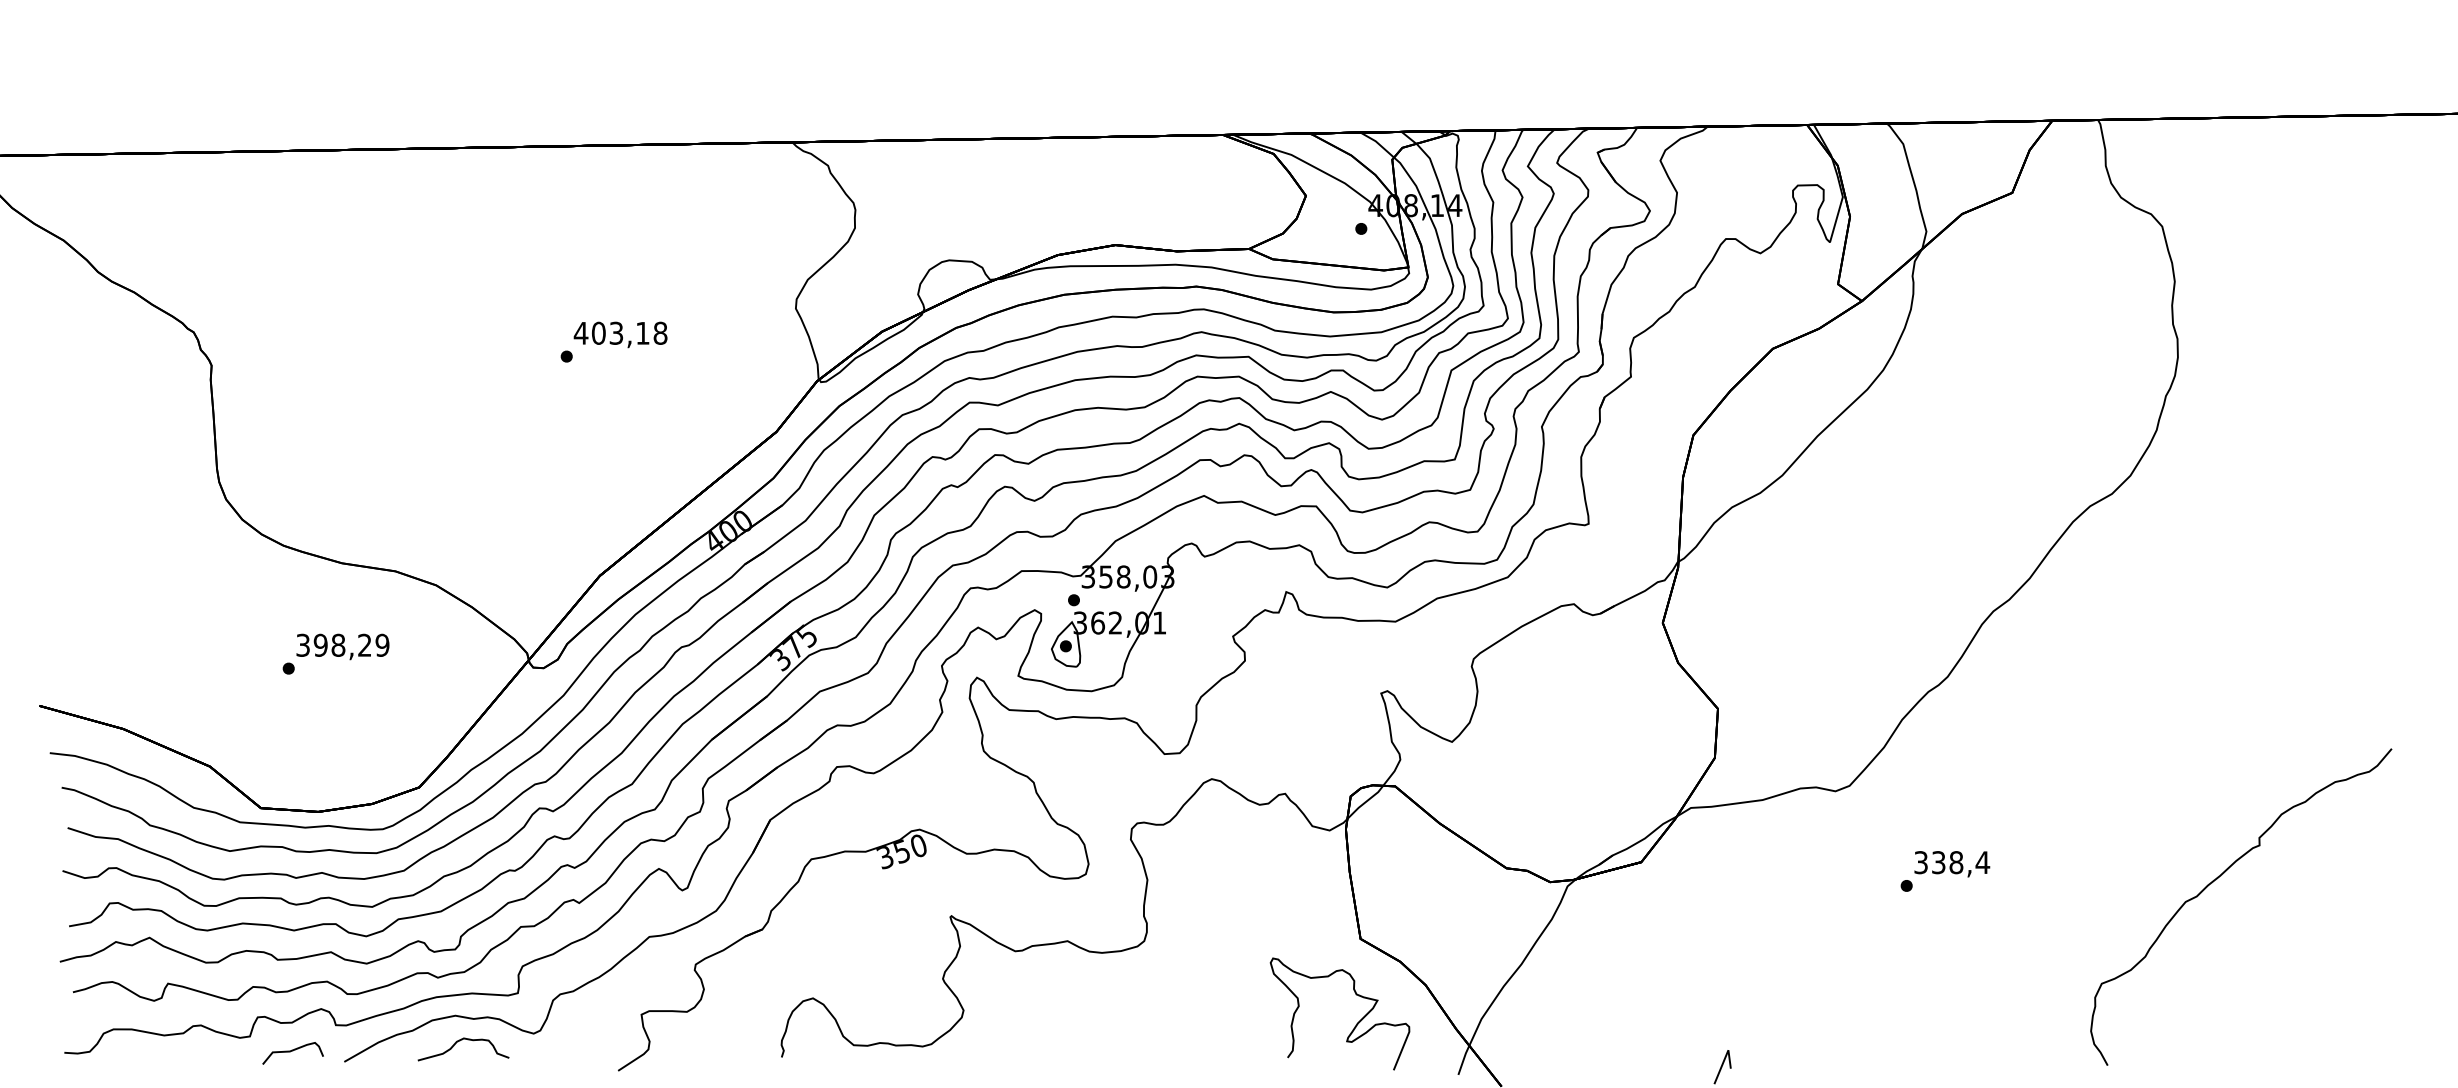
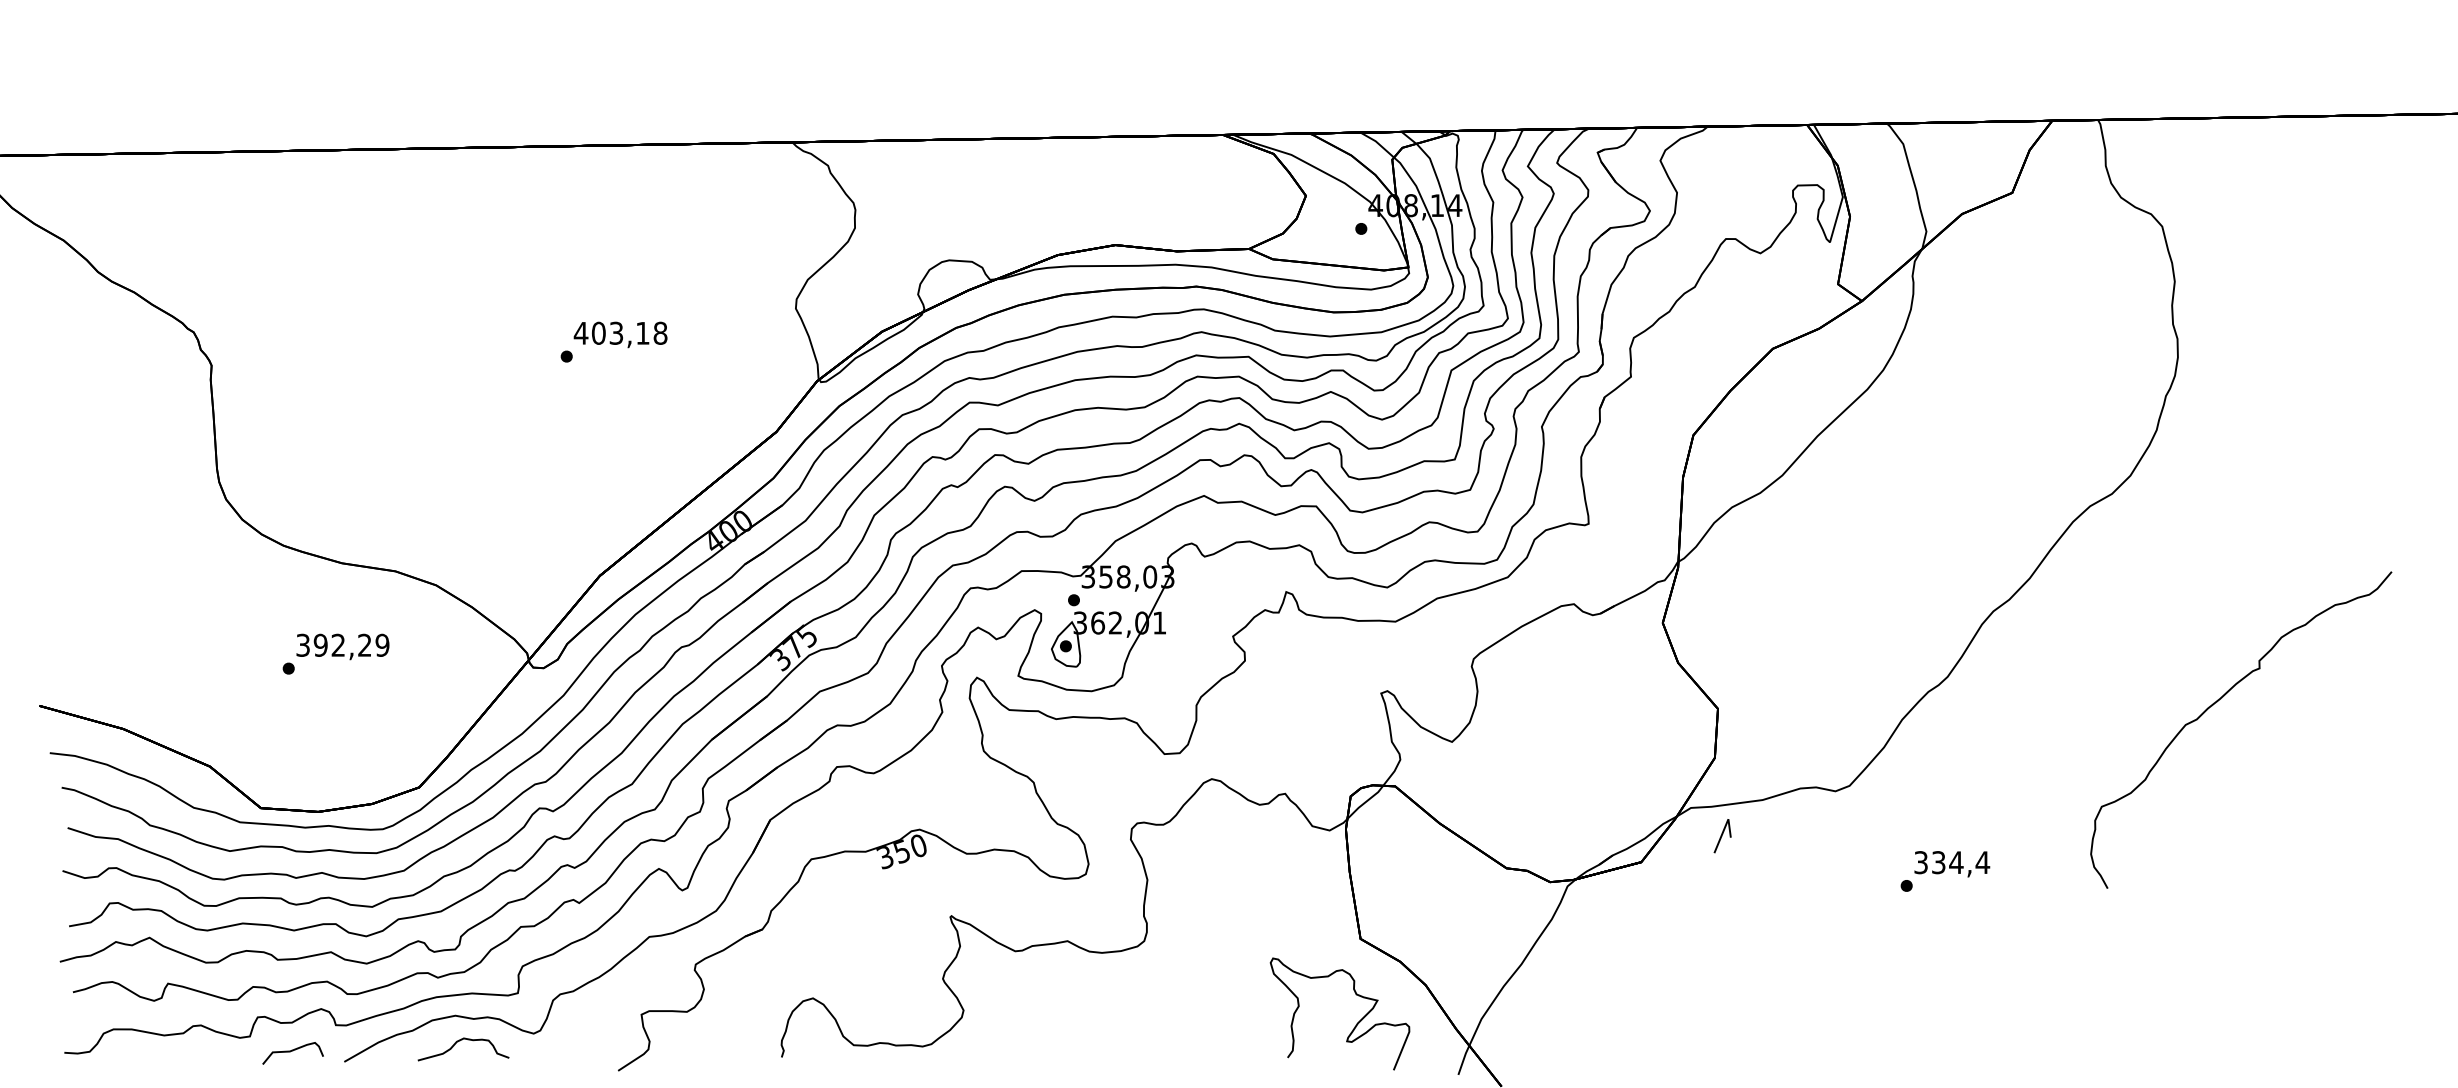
text at (338, 644): 398,29 -> 392,29
text at (1956, 862): 338,4 -> 334,4
curve at (2217, 879) position: (2217, 879) -> (2217, 702)
line at (1722, 1067) position: (1722, 1067) -> (1722, 836)
